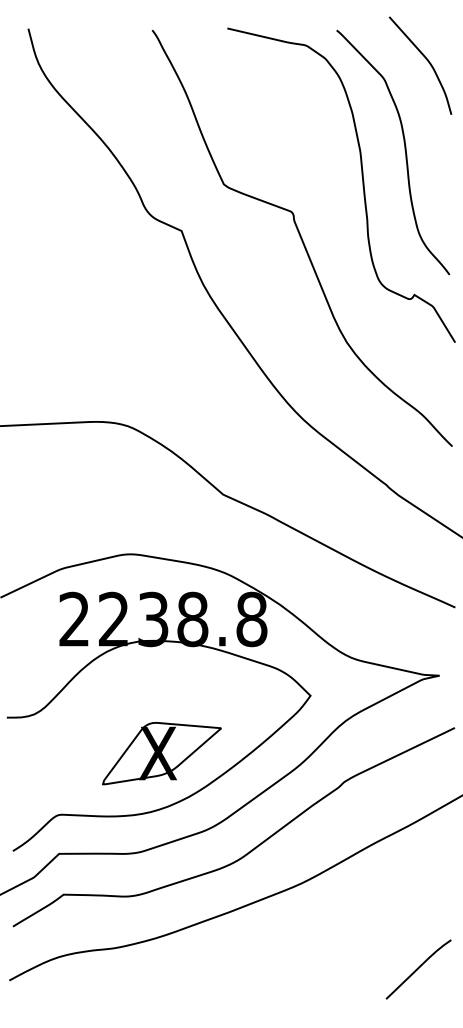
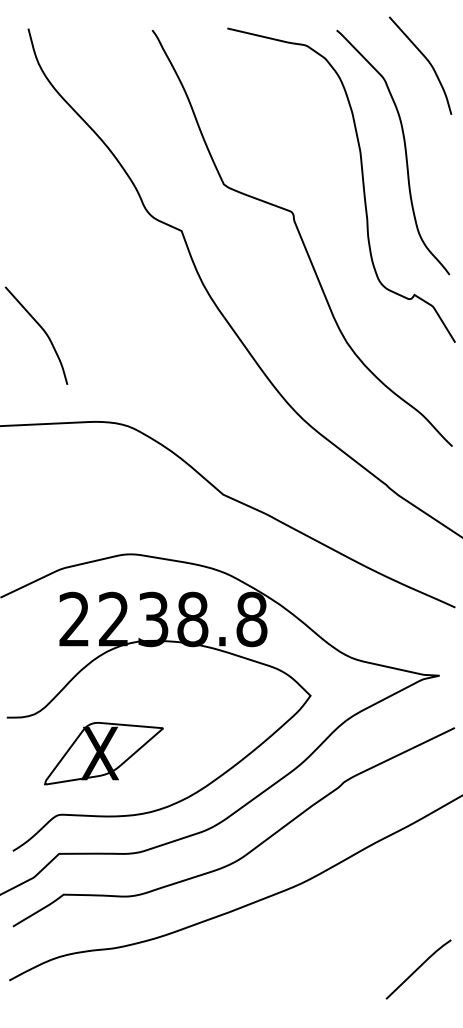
curve at (41, 329): none -> present
part at (161, 753) position: (161, 753) -> (103, 753)
